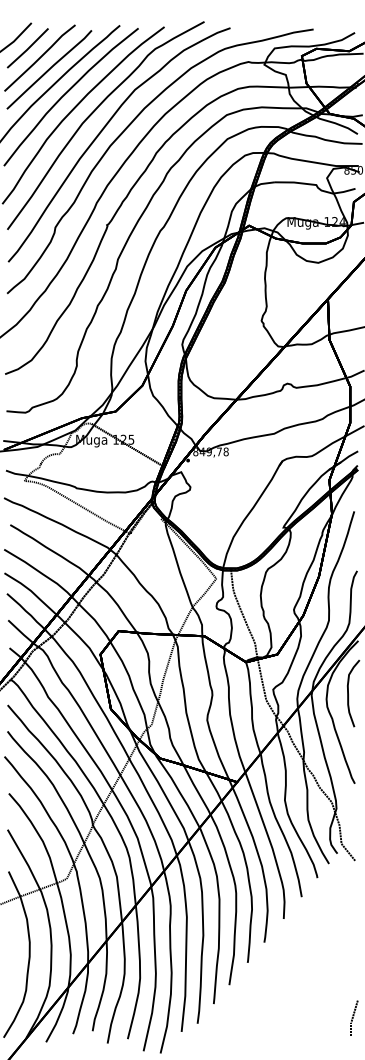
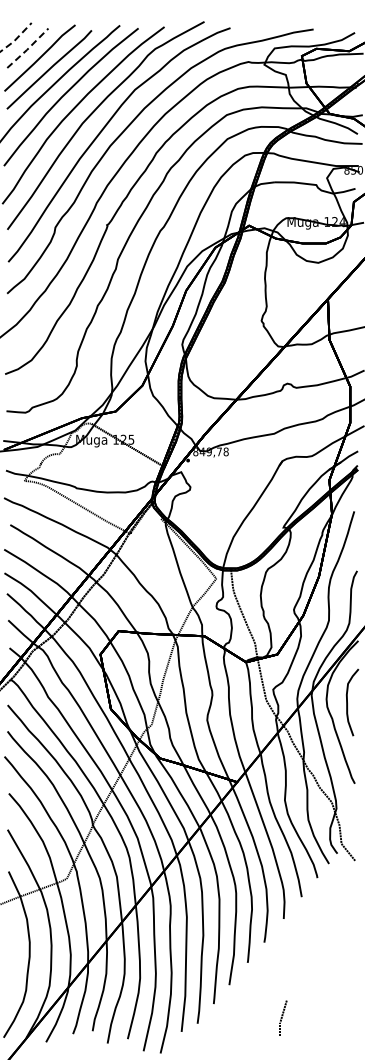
line at (16, 38): solid -> dashed
line at (28, 48): solid -> dashed
curve at (348, 693) position: (348, 693) -> (347, 702)
line at (353, 1017) position: (353, 1017) -> (282, 1017)
